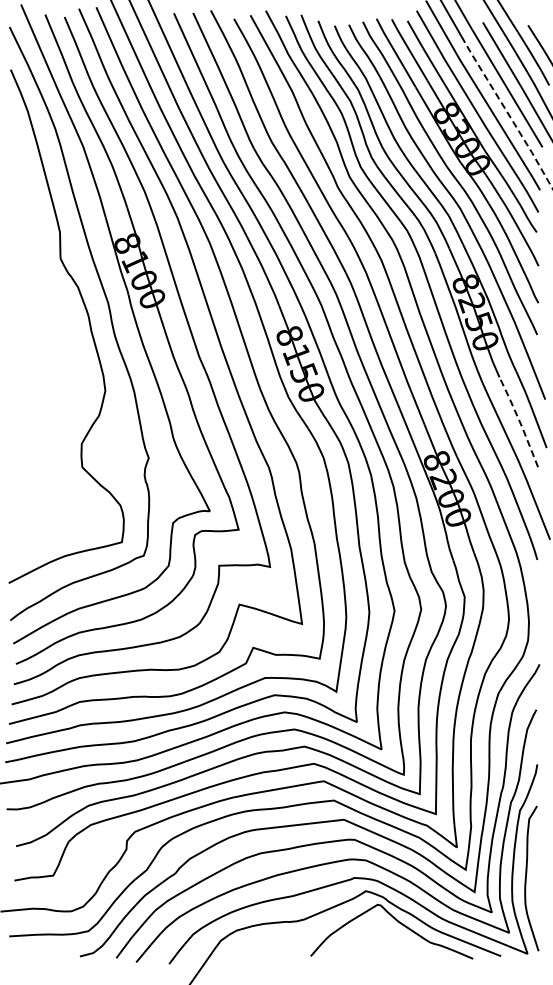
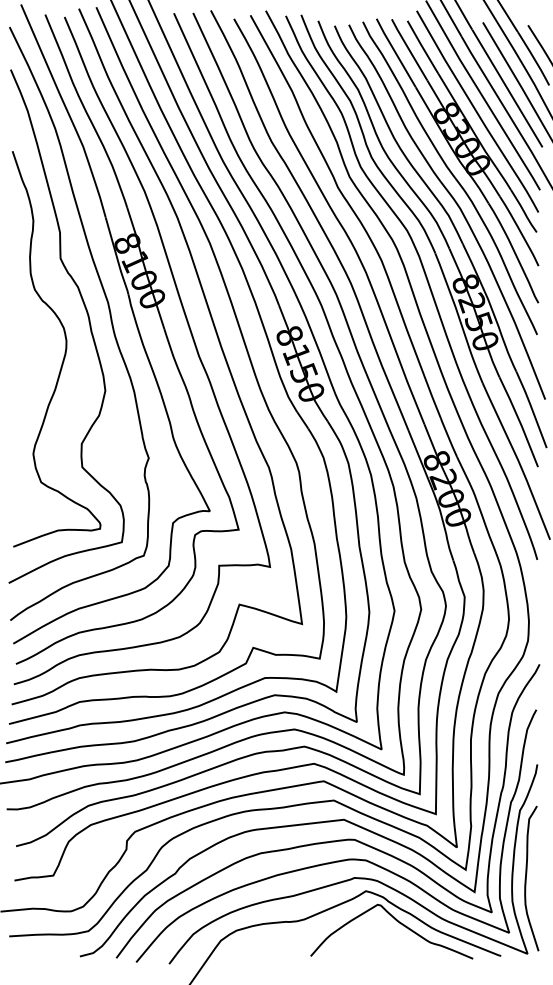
line at (507, 111): dashed -> solid
curve at (64, 352): none -> present
line at (519, 421): dashed -> solid
